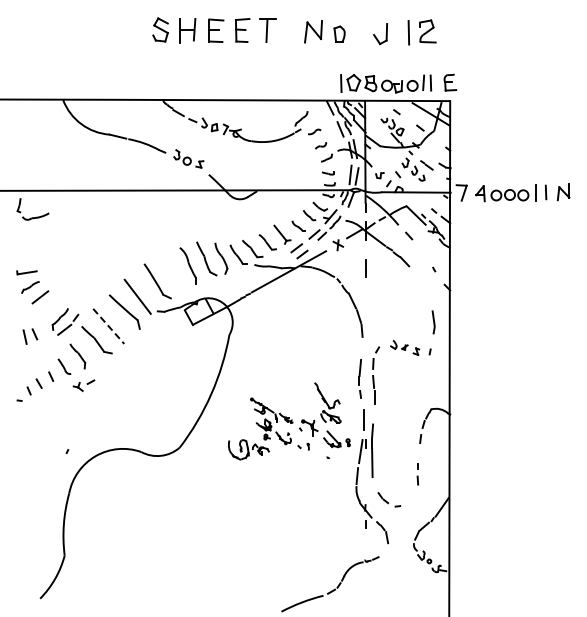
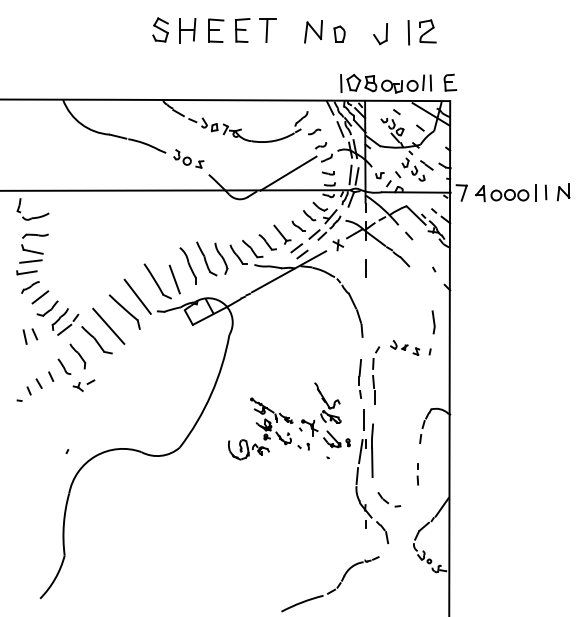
line at (288, 173): none -> present
part at (33, 248): none -> present
line at (174, 279): none -> present
part at (47, 308): none -> present
line at (109, 326): dashed -> solid
